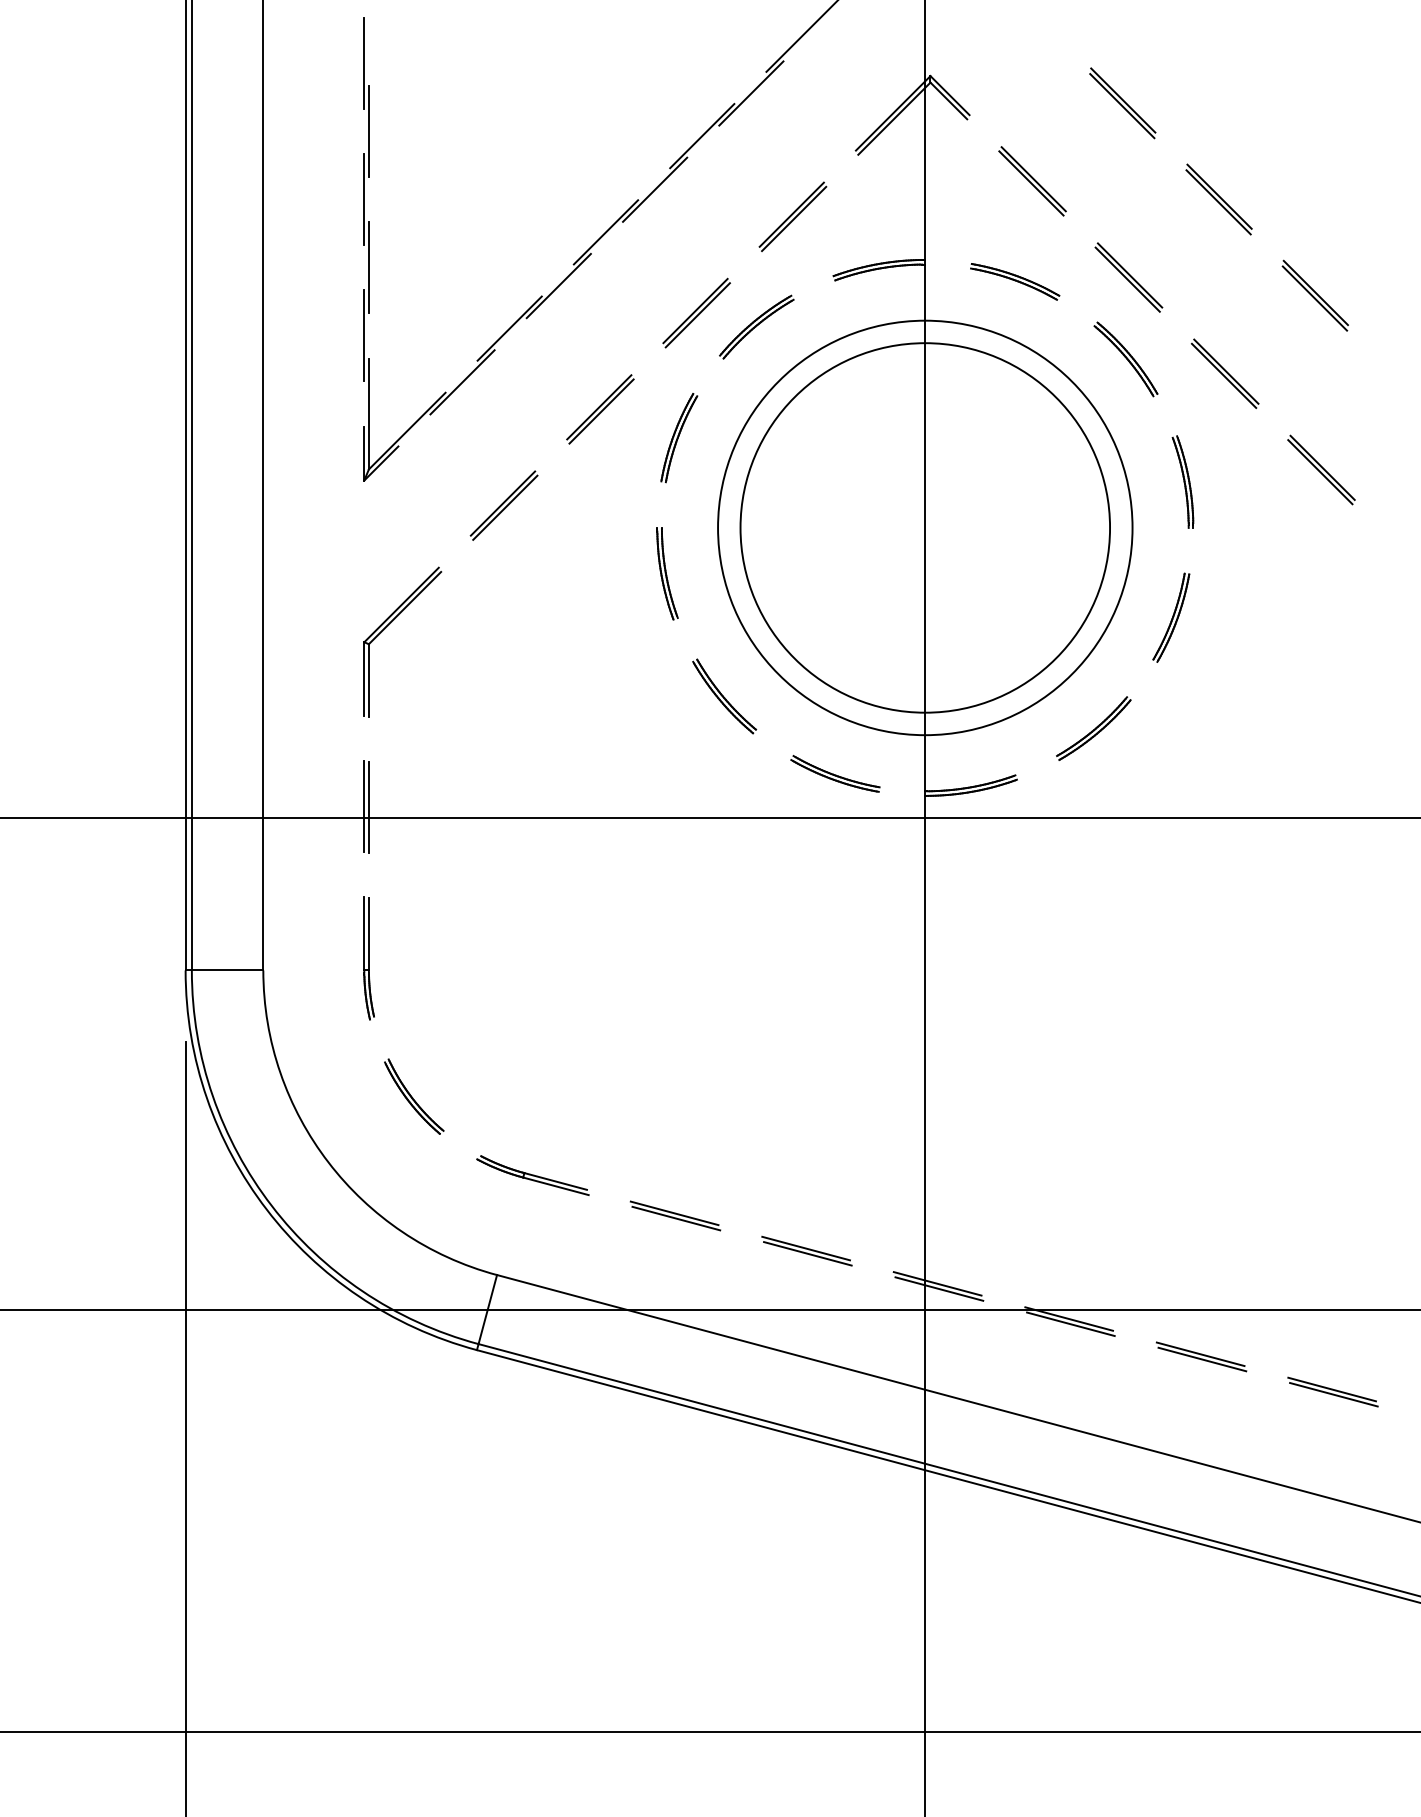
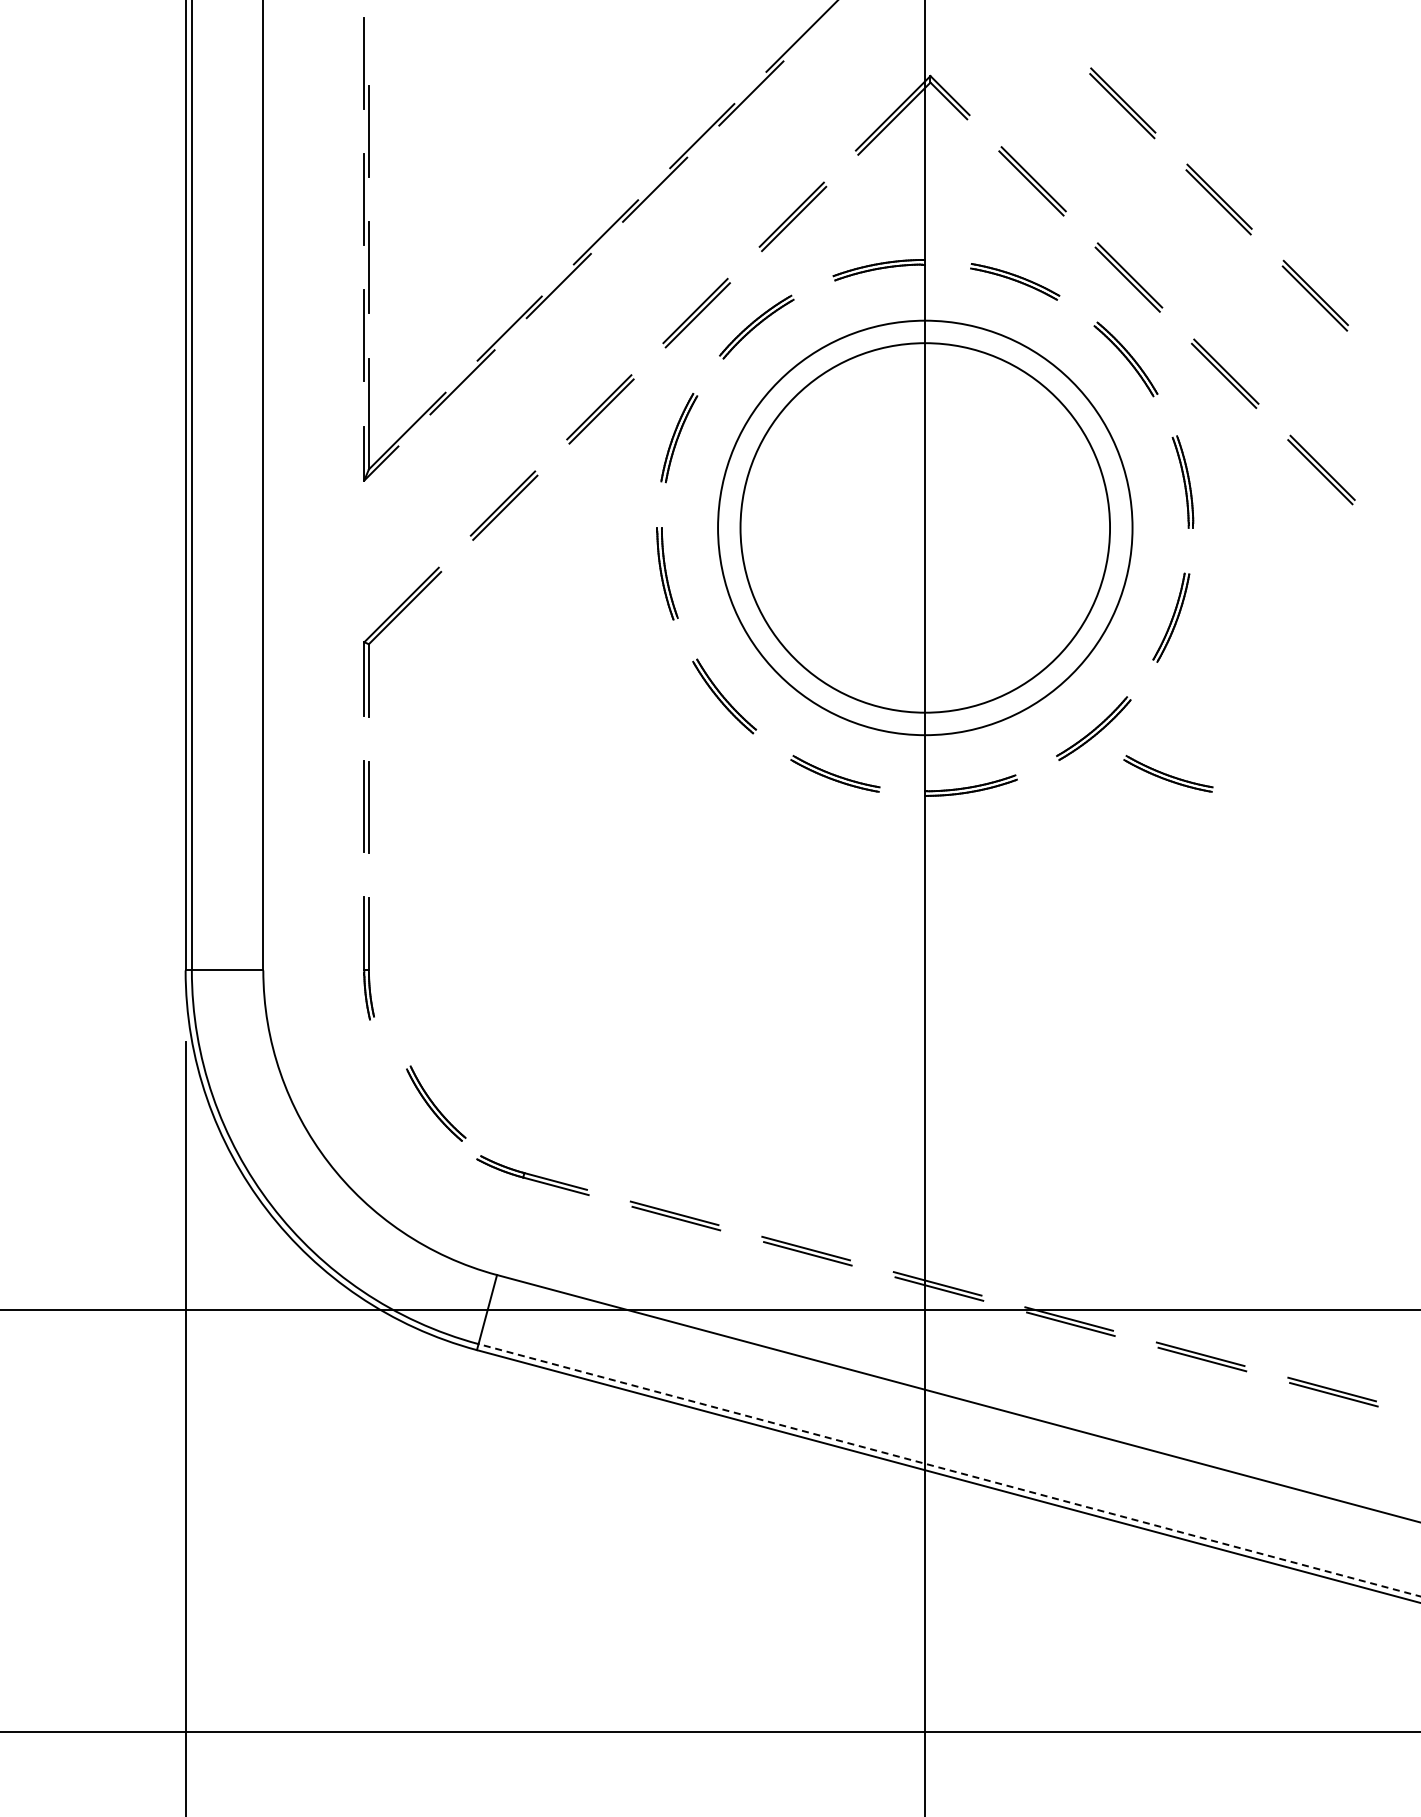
part at (1168, 773): none -> present
line at (709, 817): present -> none
part at (414, 1096) position: (414, 1096) -> (436, 1103)
line at (949, 1470): solid -> dashed
